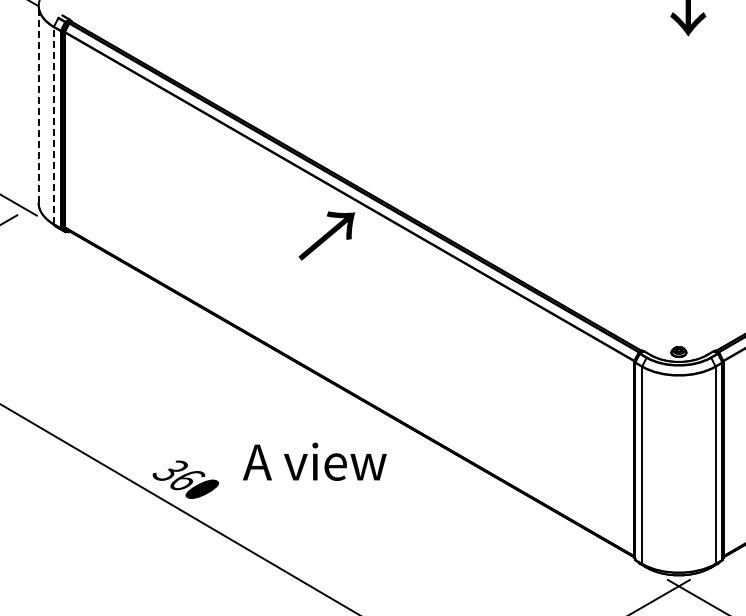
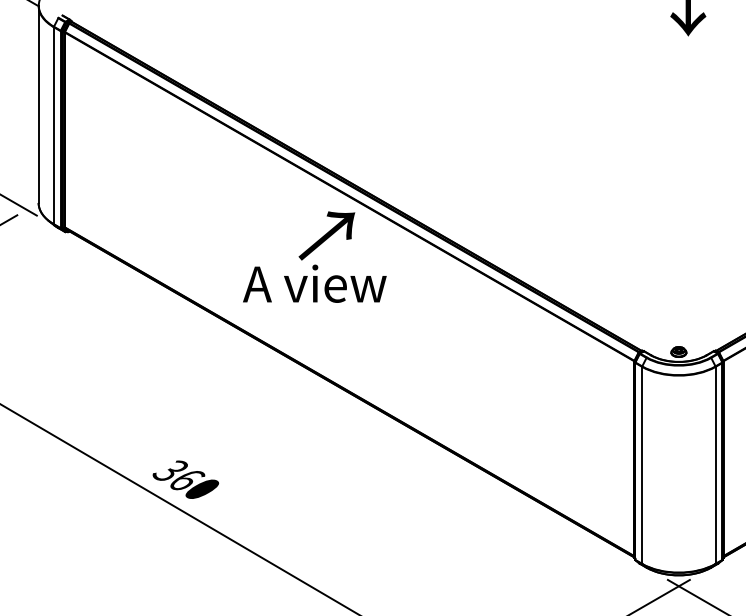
line at (38, 103): dashed -> solid
line at (53, 125): dashed -> solid
text at (314, 461) position: (314, 461) -> (314, 283)
